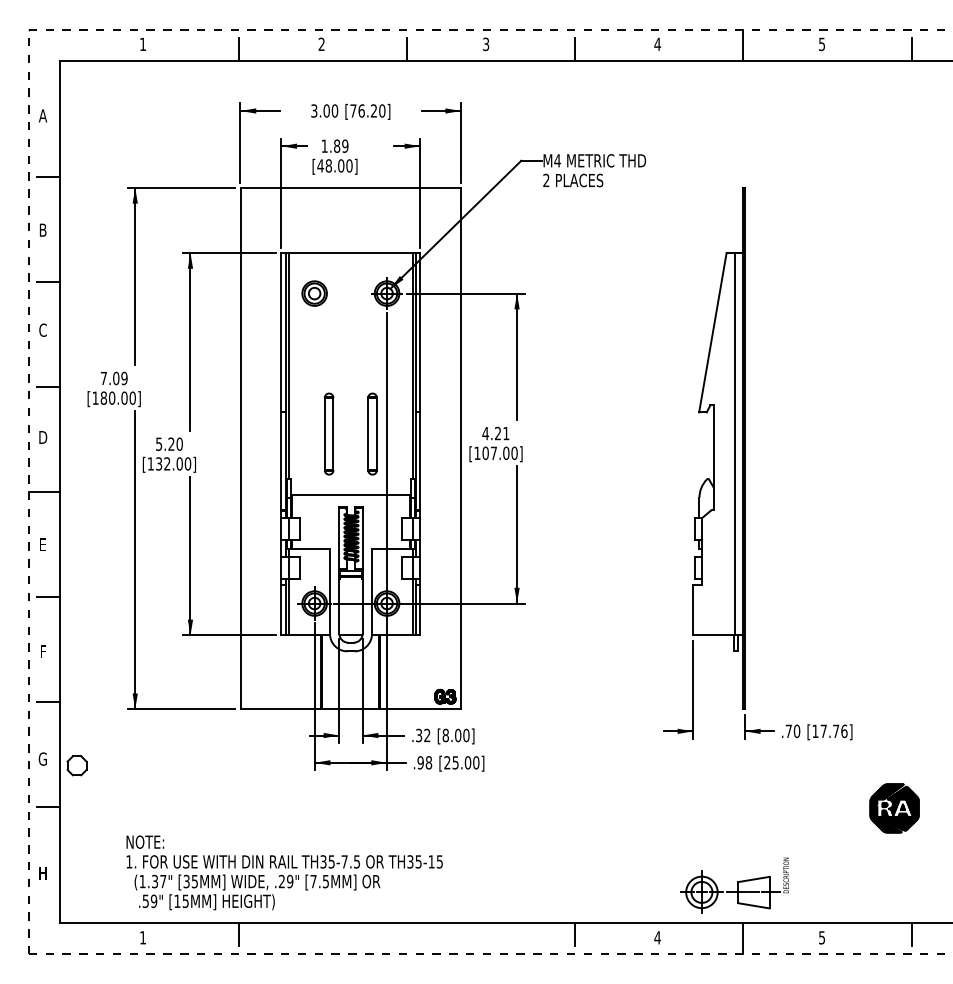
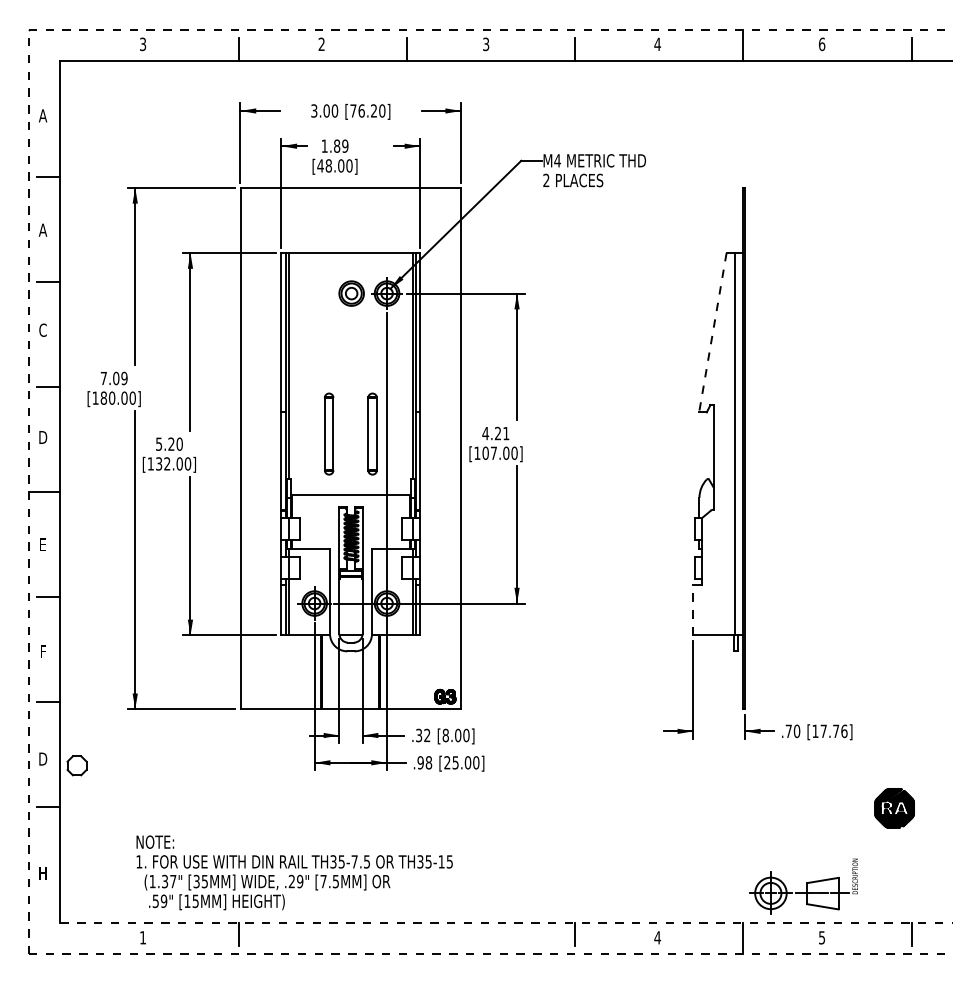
text at (143, 44): 1 -> 3
text at (822, 44): 5 -> 6
text at (42, 229): B -> A
part at (314, 293) position: (314, 293) -> (351, 293)
line at (712, 332): solid -> dashed
line at (693, 609): solid -> dashed
text at (42, 758): G -> D
part at (894, 808) size: 51x51 px -> 41x41 px
text at (284, 872) position: (284, 872) -> (294, 872)
part at (734, 885) position: (734, 885) -> (803, 886)
line at (507, 922): solid -> dashed
